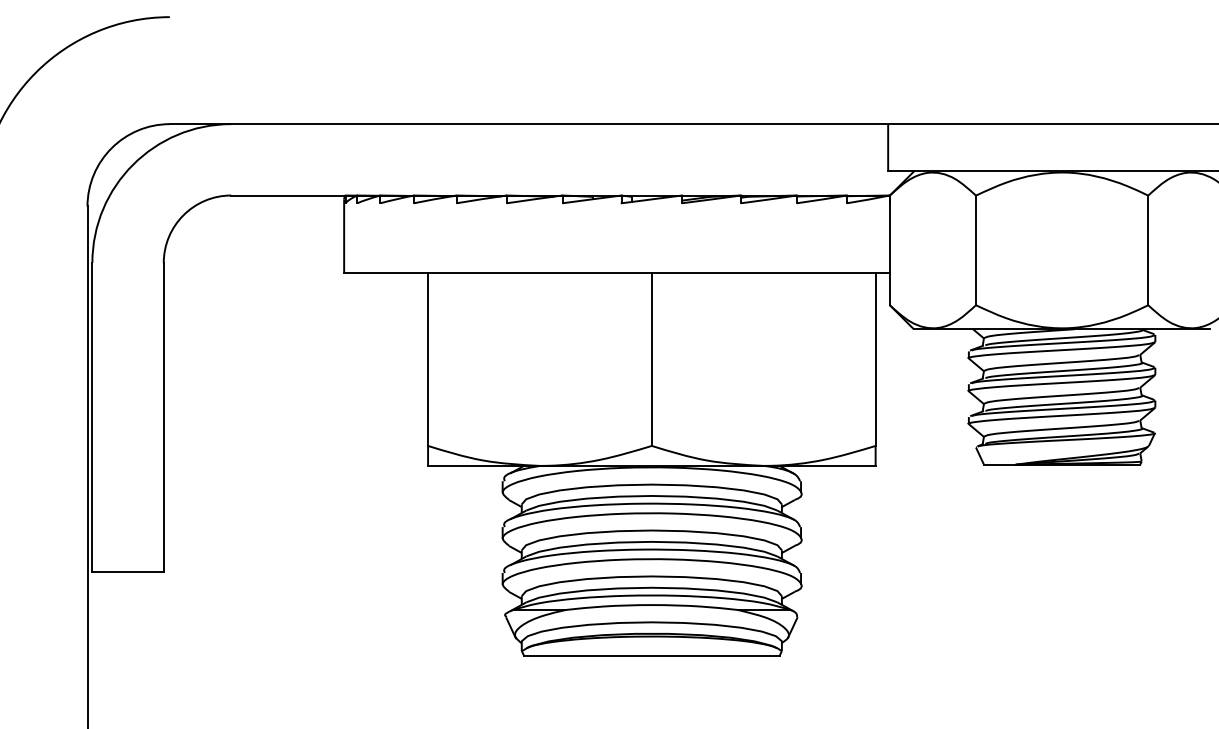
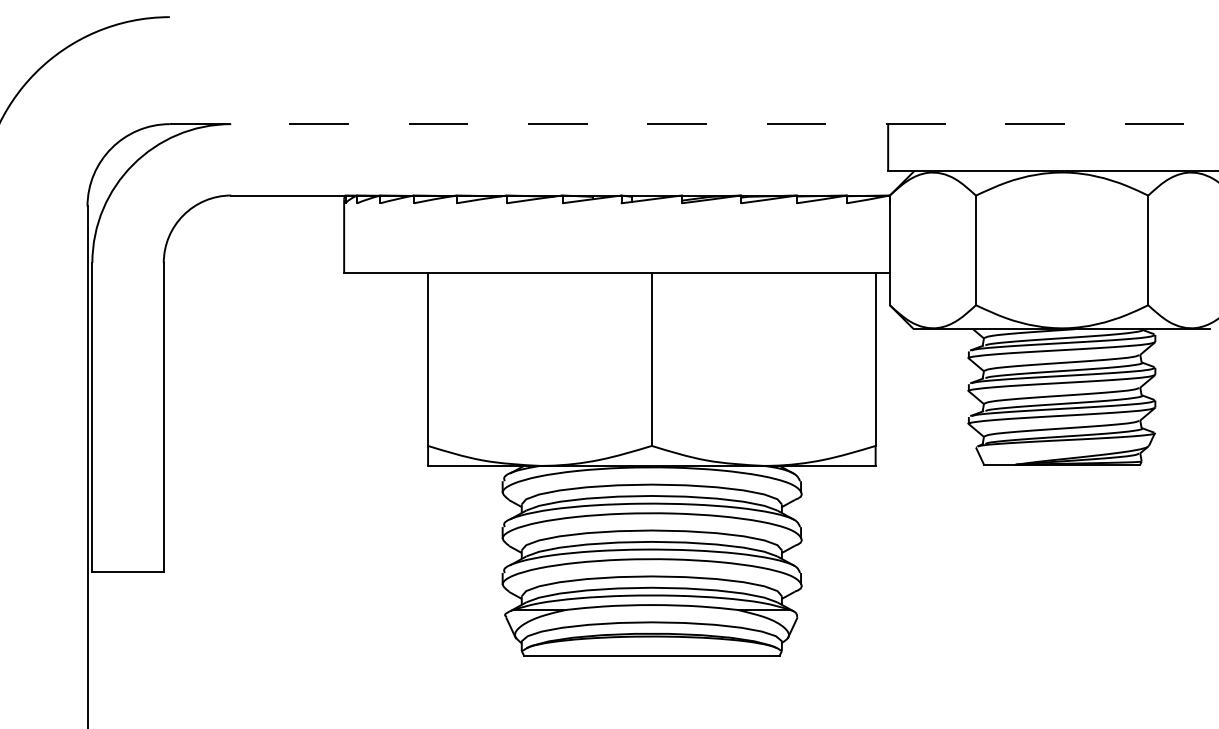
line at (694, 124): solid -> dashed
